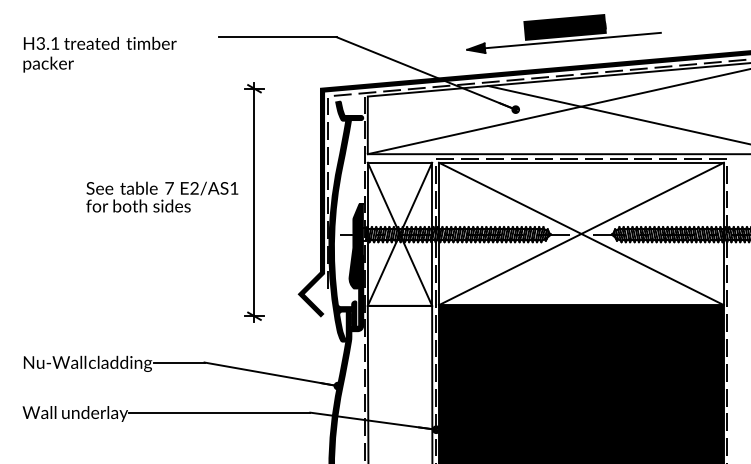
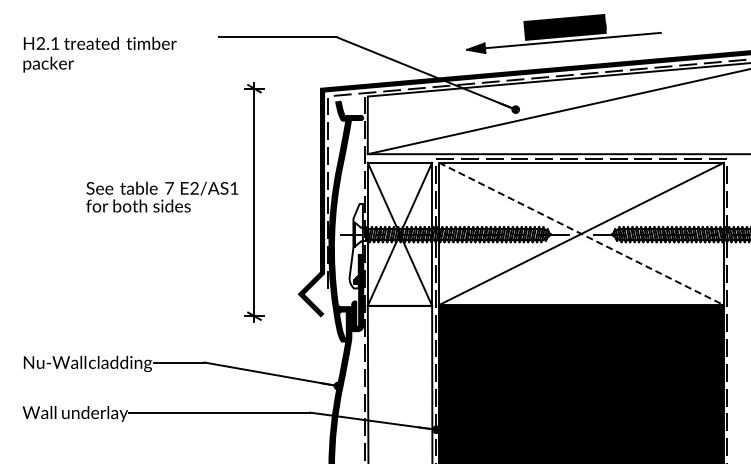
text at (40, 45): H3.1 -> H2.1
line at (617, 114): present -> none
line at (581, 234): solid -> dashed
fill at (355, 246): present -> none
